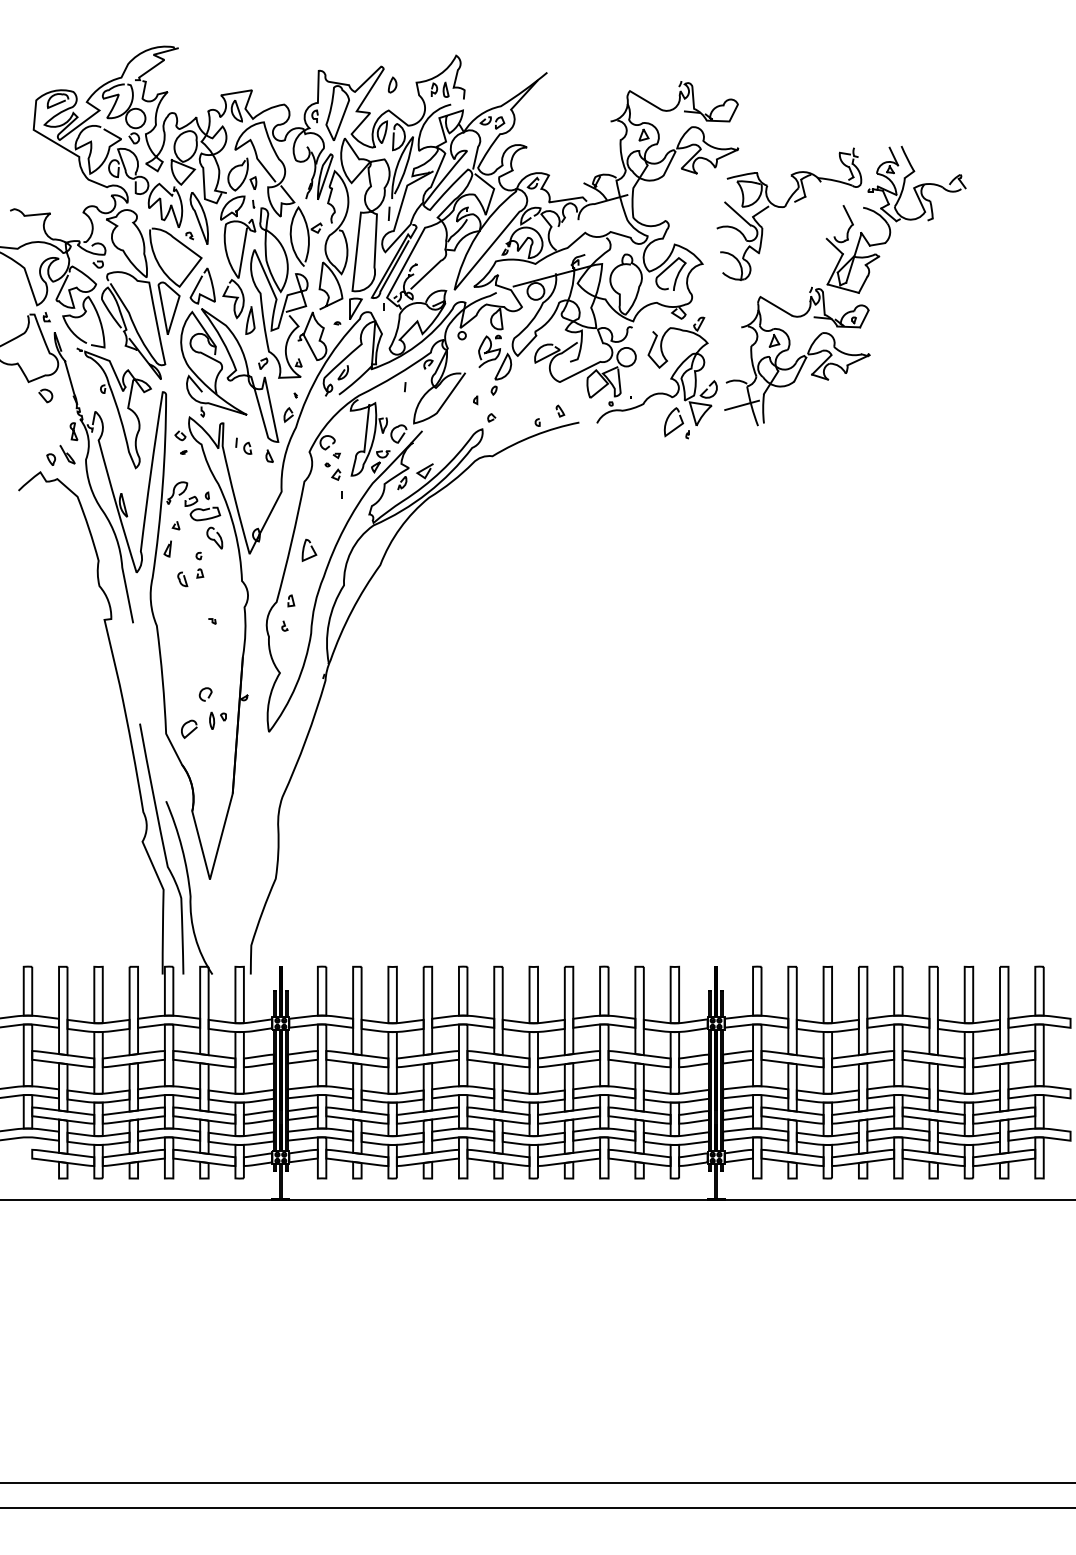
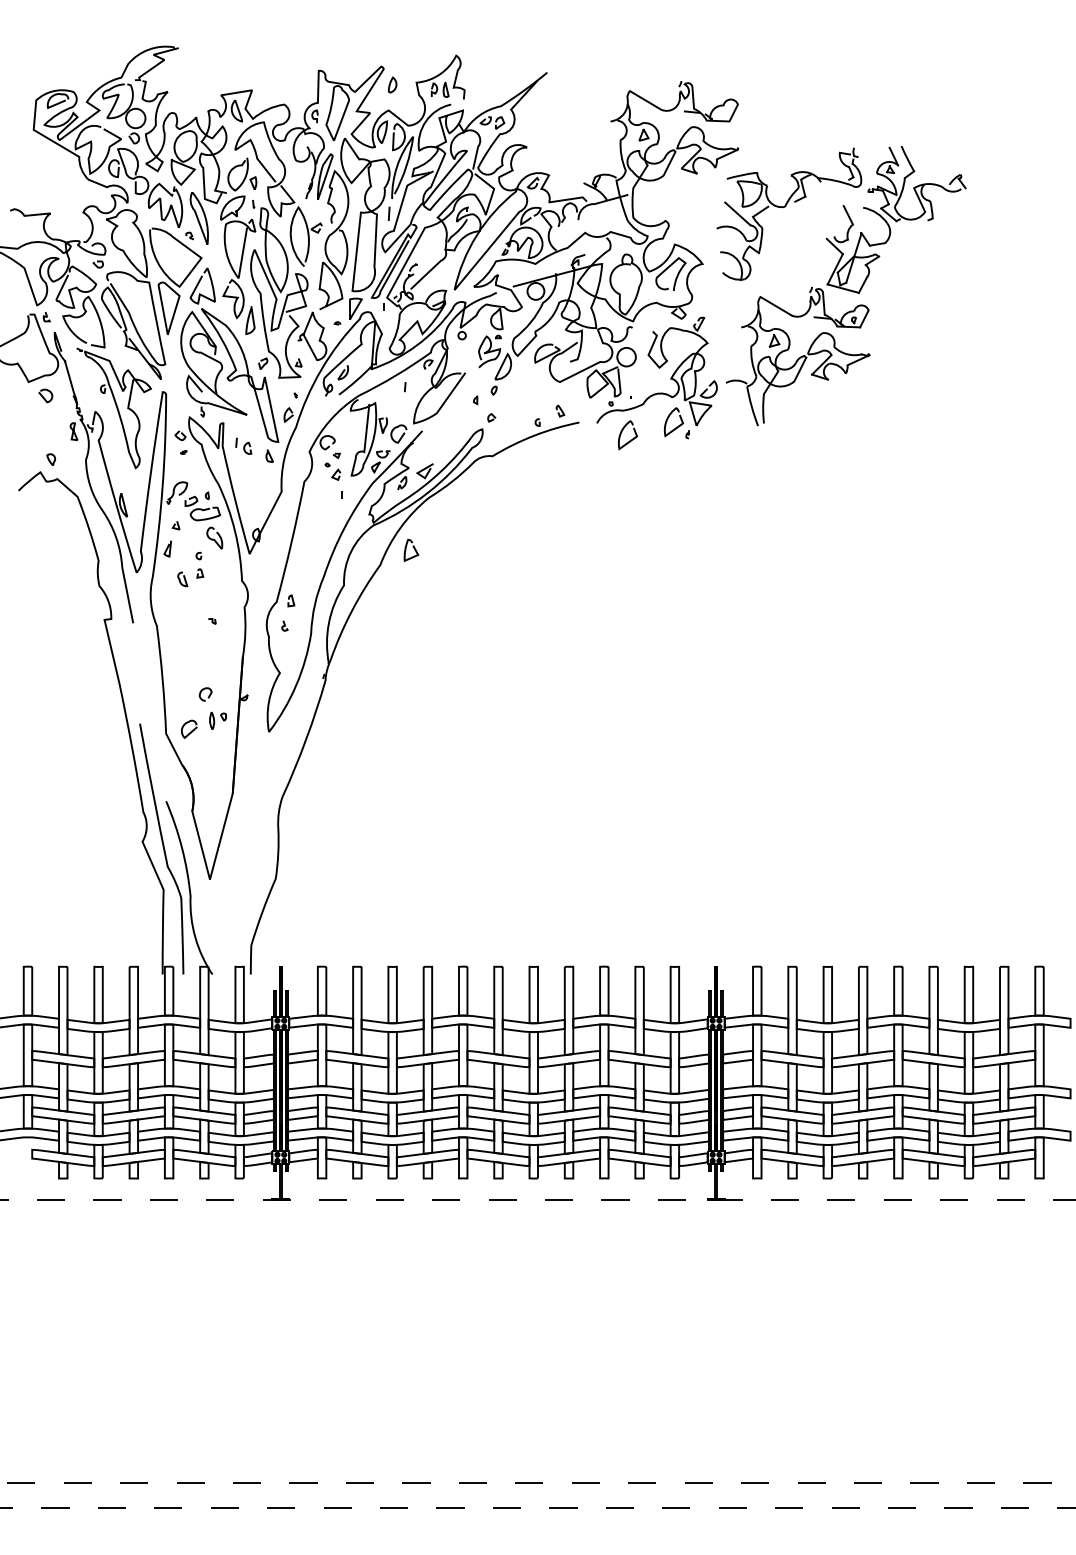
line at (741, 405): present -> none
curve at (629, 440): none -> present
curve at (67, 454): present -> none
curve at (311, 548) position: (311, 548) -> (413, 548)
line at (537, 1200): solid -> dashed
line at (537, 1482): solid -> dashed
line at (537, 1508): solid -> dashed
